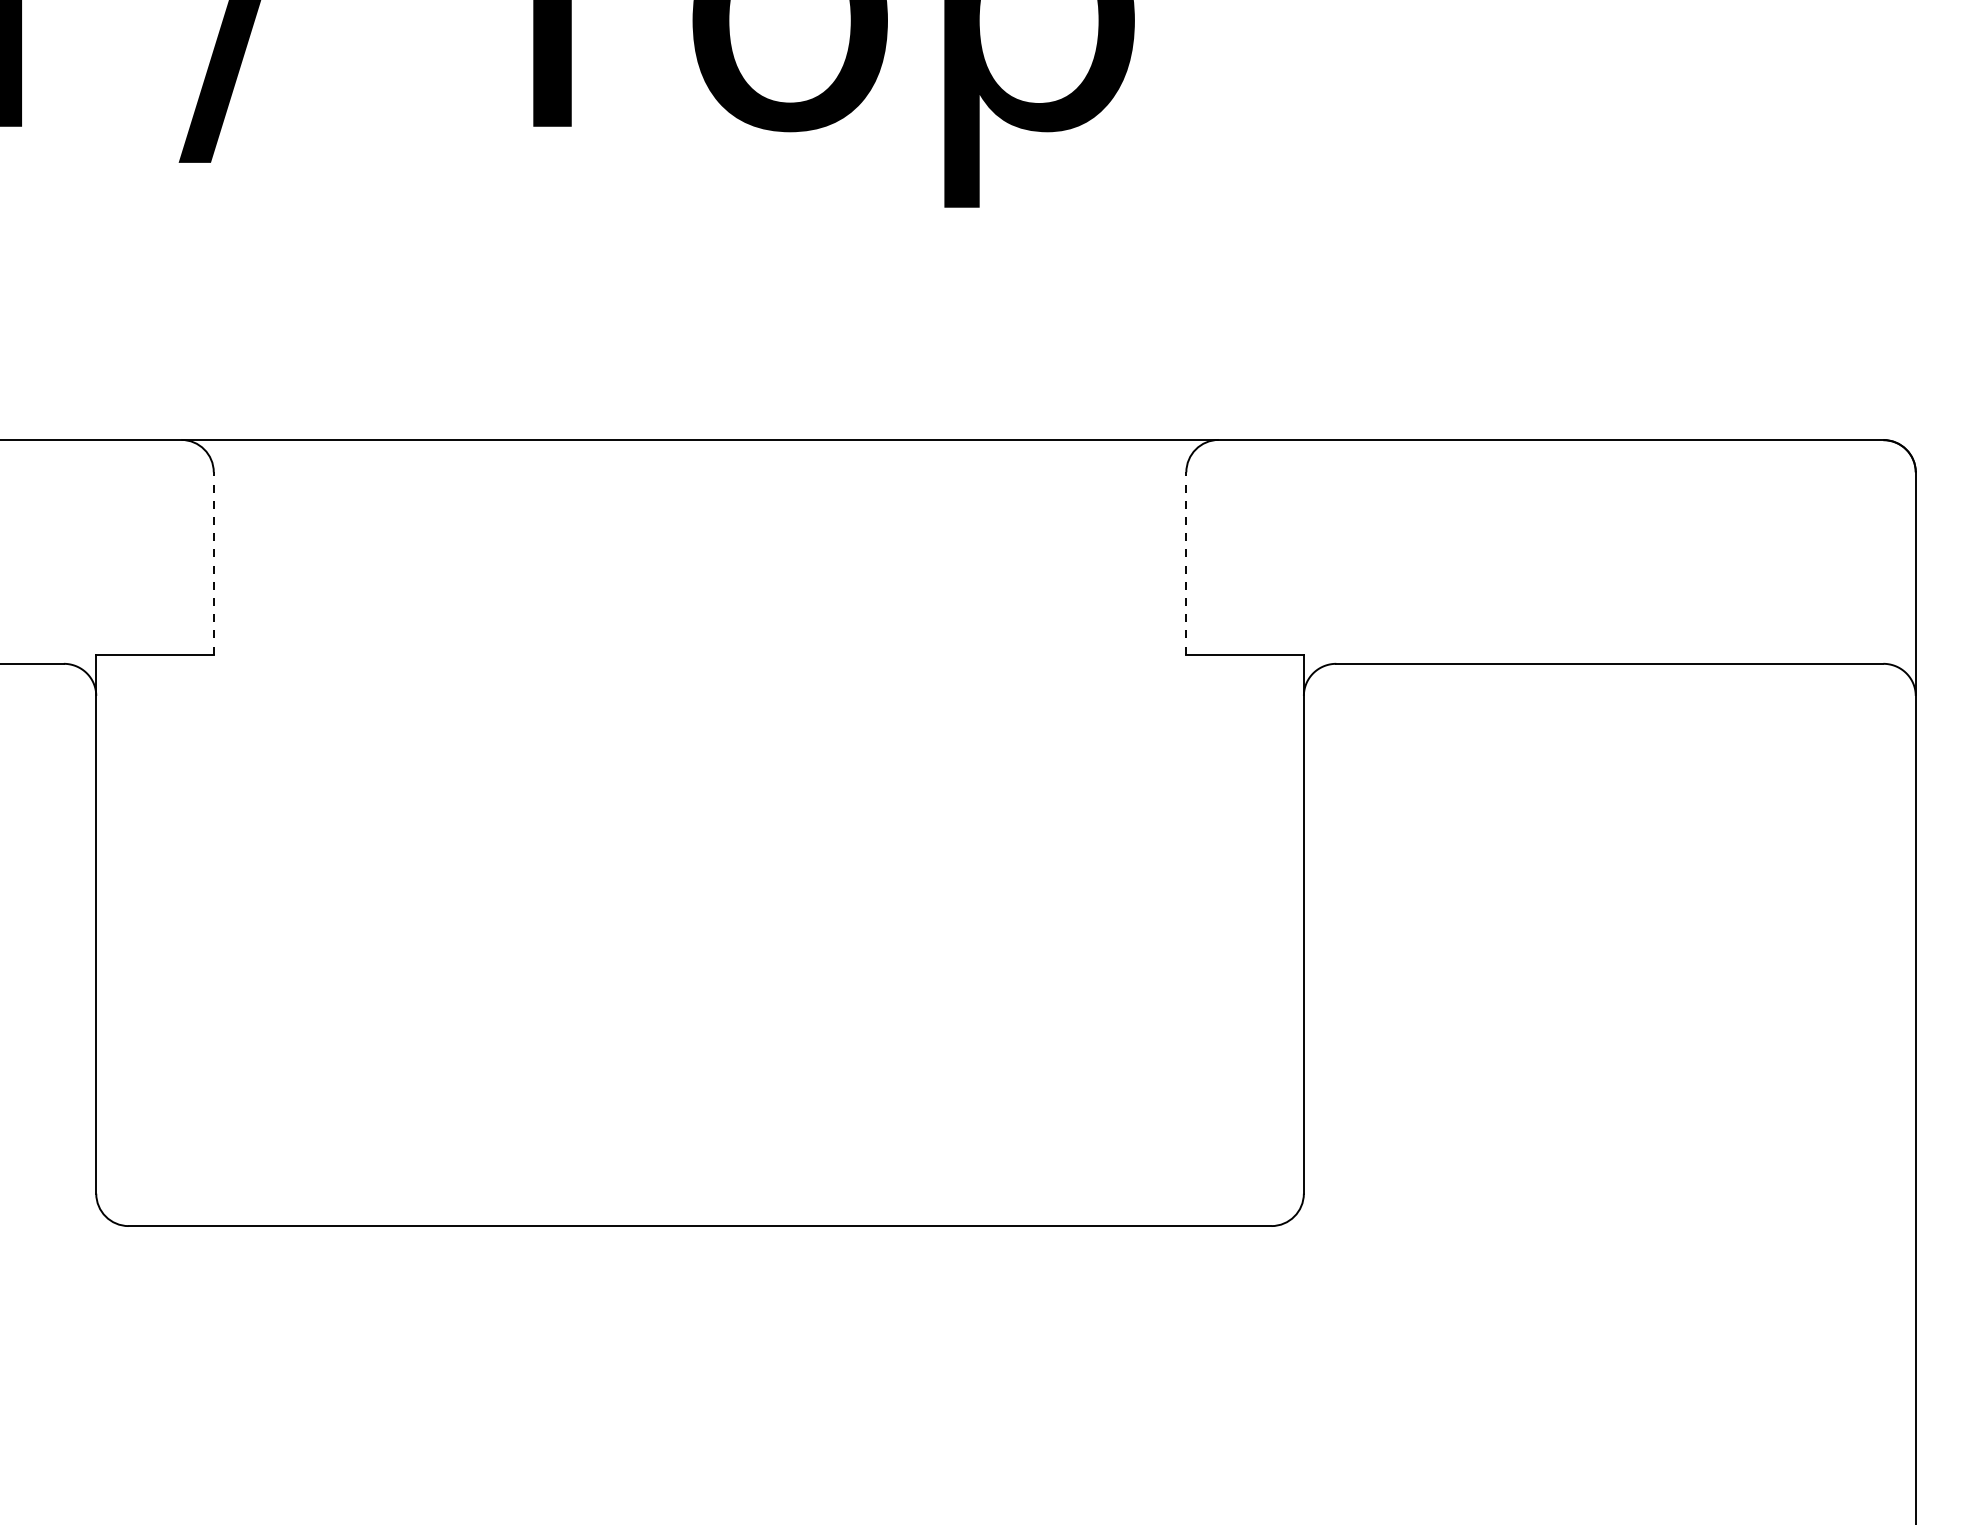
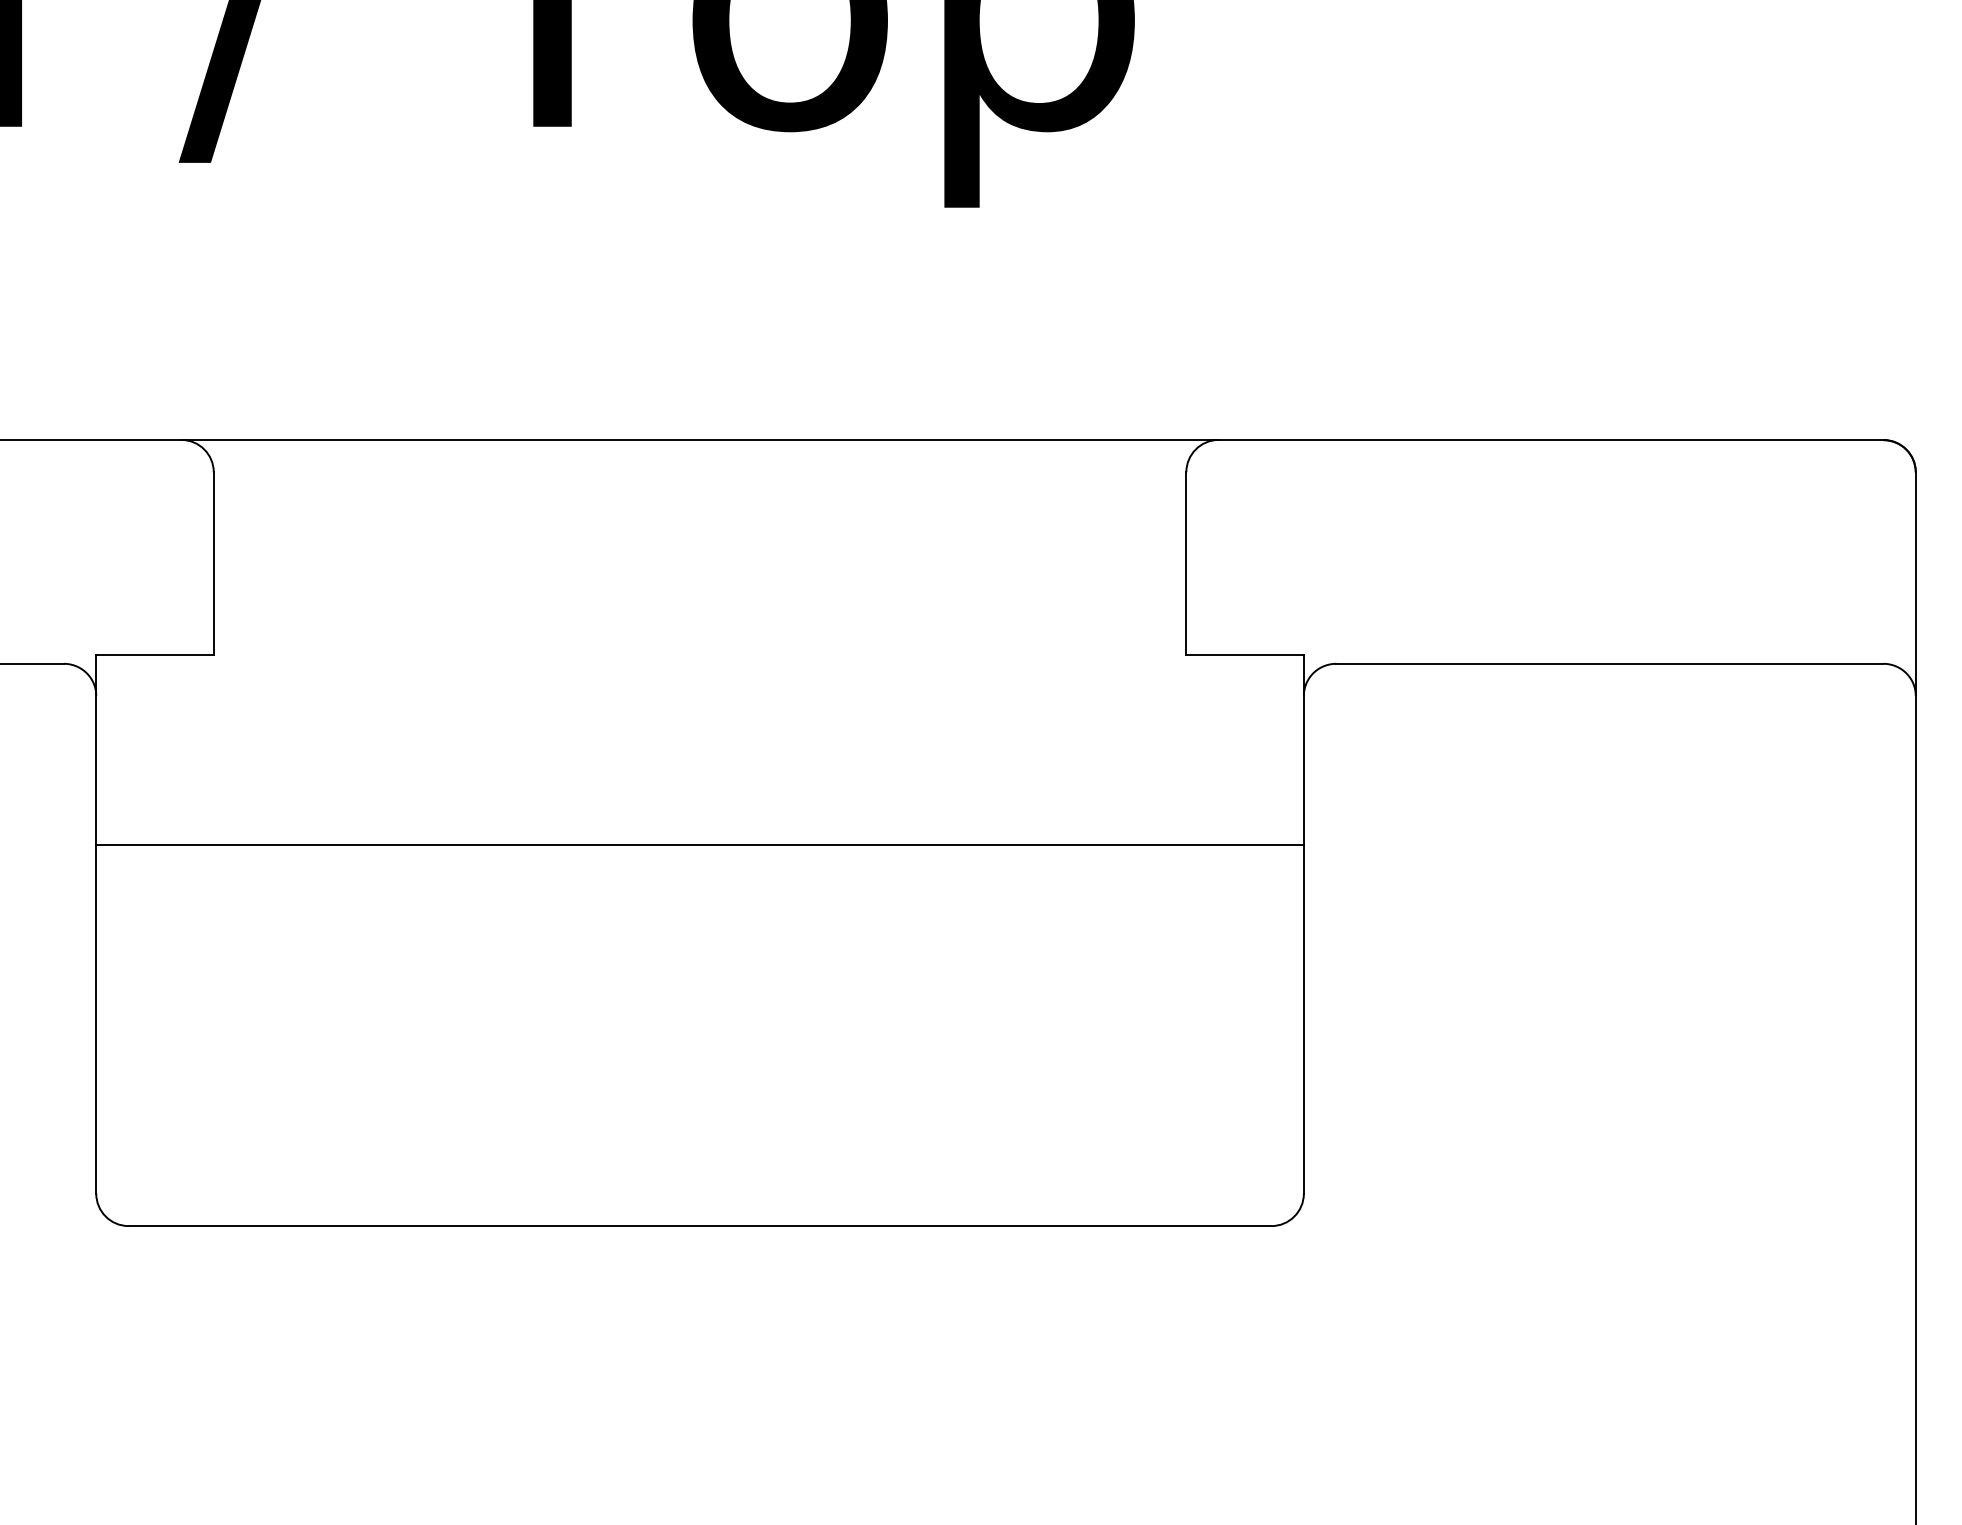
line at (213, 563): dashed -> solid
line at (1186, 563): dashed -> solid
line at (699, 845): none -> present
